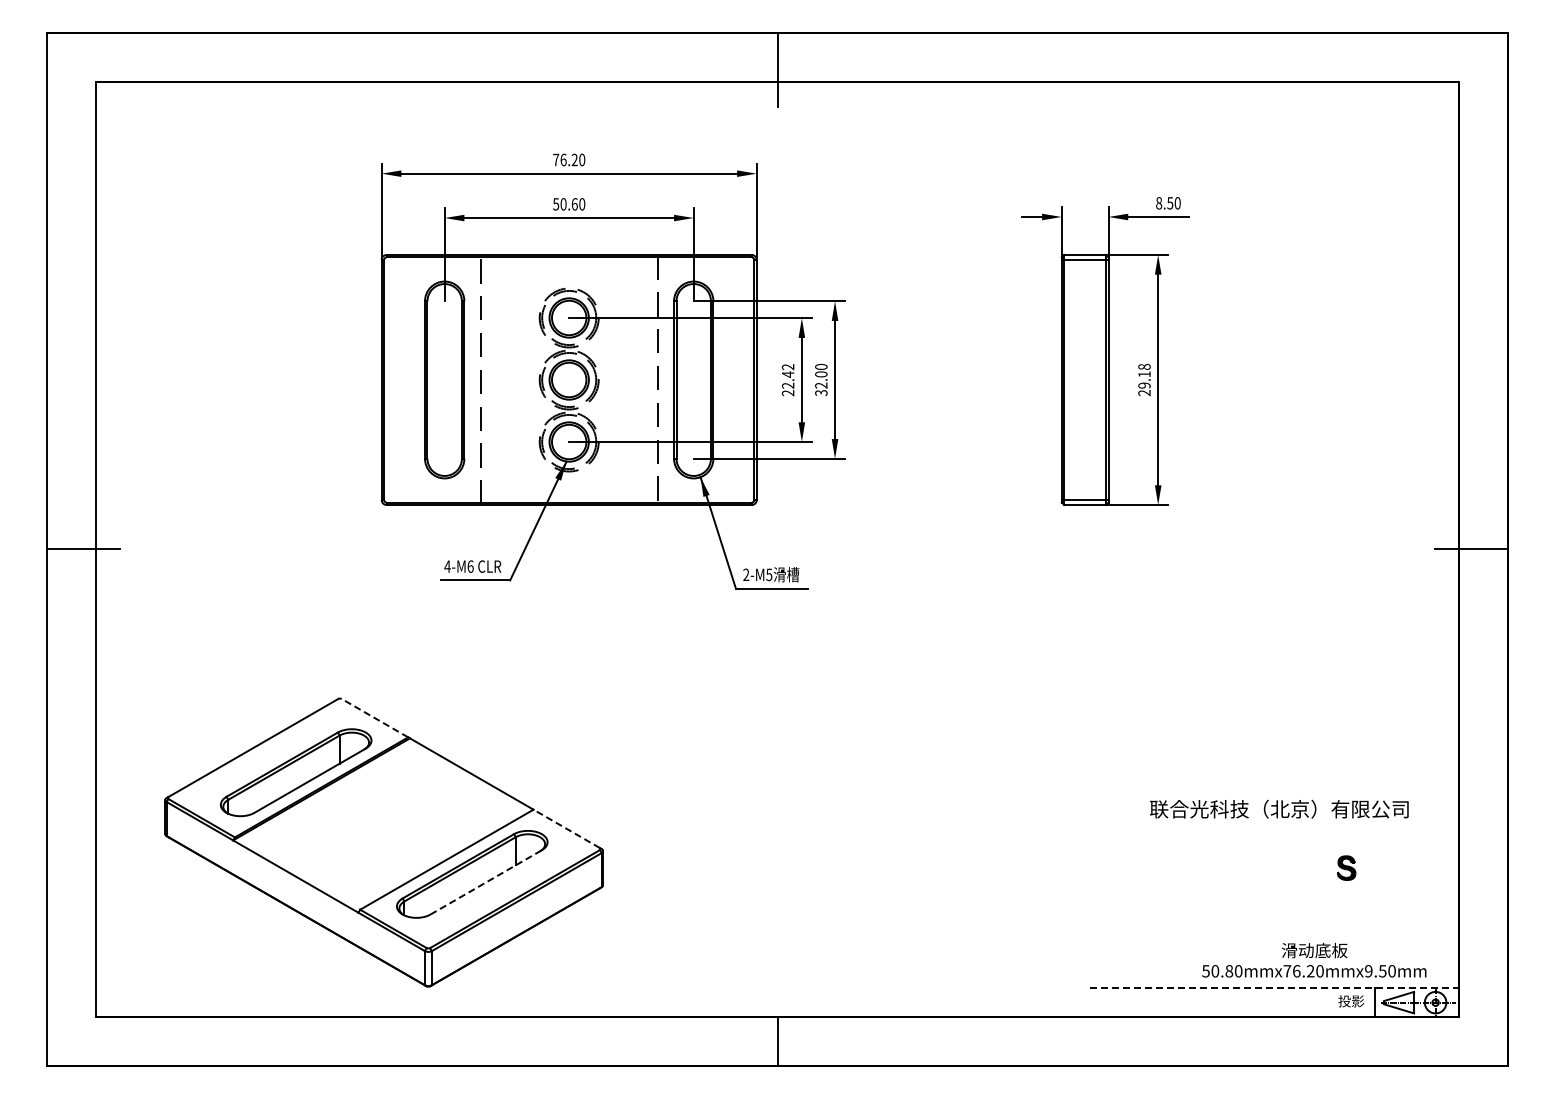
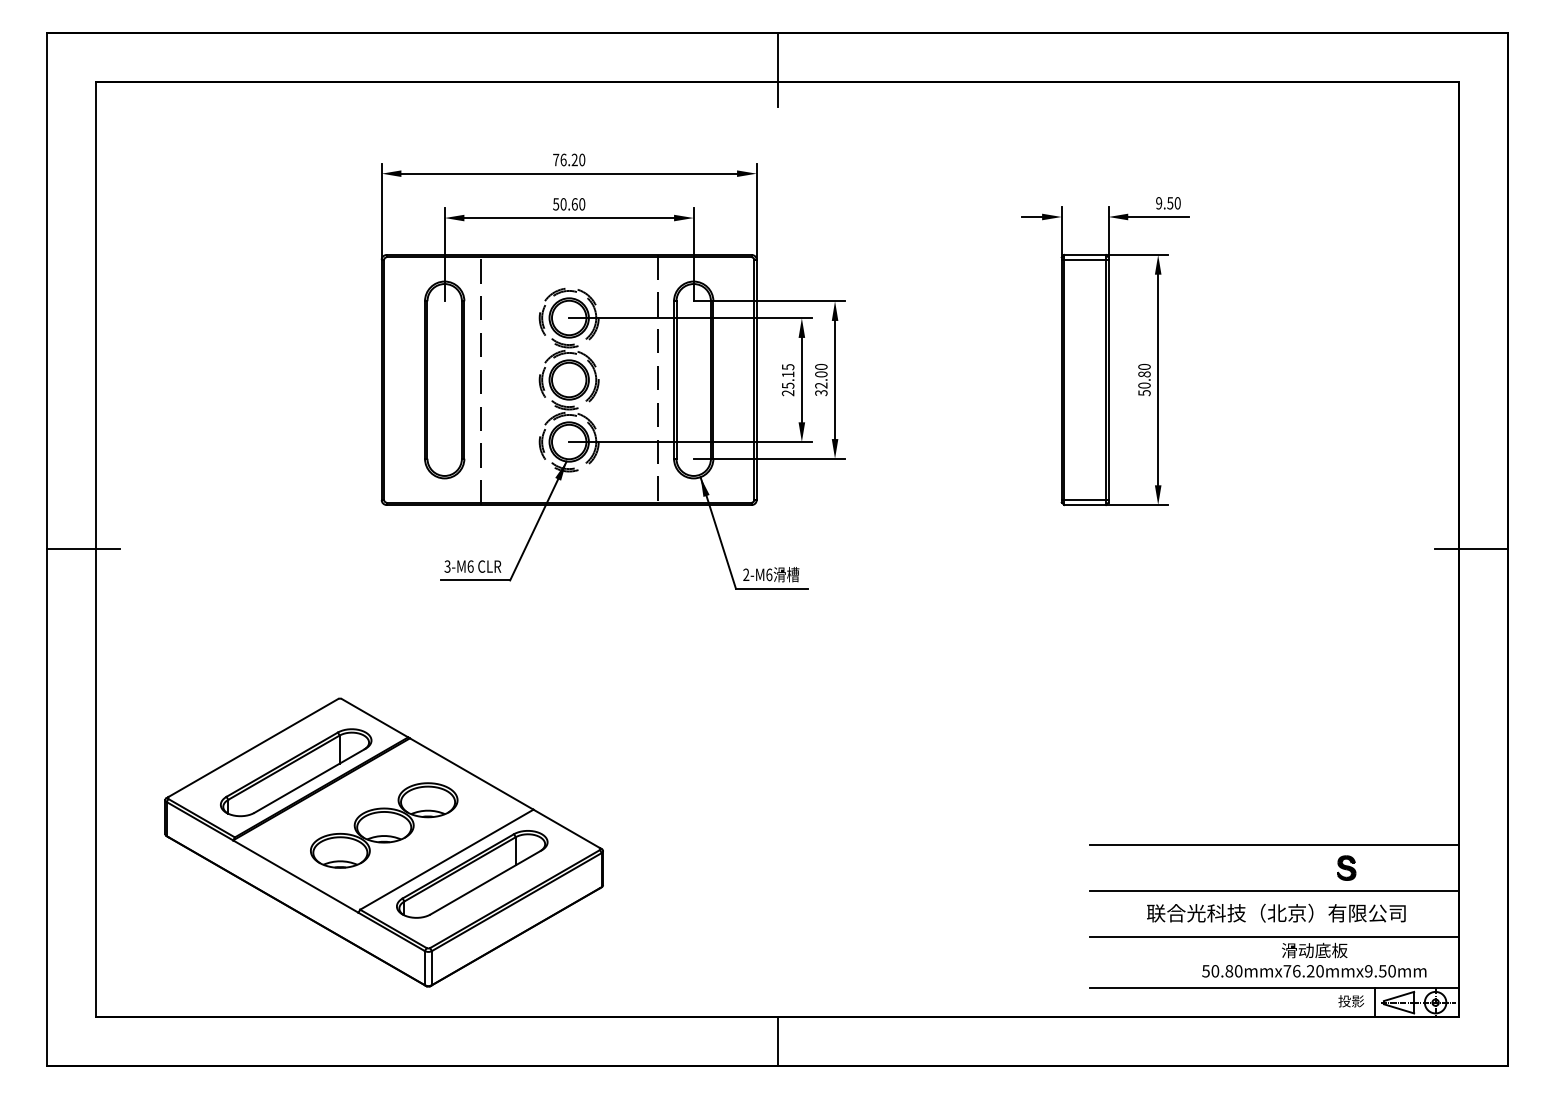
text at (1159, 203): 8.50 -> 9.50
text at (787, 376): 22.42 -> 25.15
text at (1144, 379): 29.18 -> 50.80
text at (447, 566): 4-M6 -> 3-M6
text at (769, 574): 2-M5 -> 2-M6
line at (374, 717): dashed -> solid
text at (1279, 808) position: (1279, 808) -> (1276, 912)
part at (384, 825): none -> present
line at (566, 828): dashed -> solid
line at (1274, 844): none -> present
line at (486, 882): dashed -> solid
line at (1274, 890): none -> present
line at (1274, 936): none -> present
line at (1274, 988): dashed -> solid
